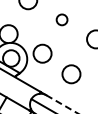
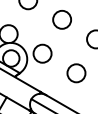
circle at (61, 19) size: 14x14 px -> 20x20 px
circle at (71, 74) position: (71, 74) -> (76, 73)
line at (62, 104): dashed -> solid
